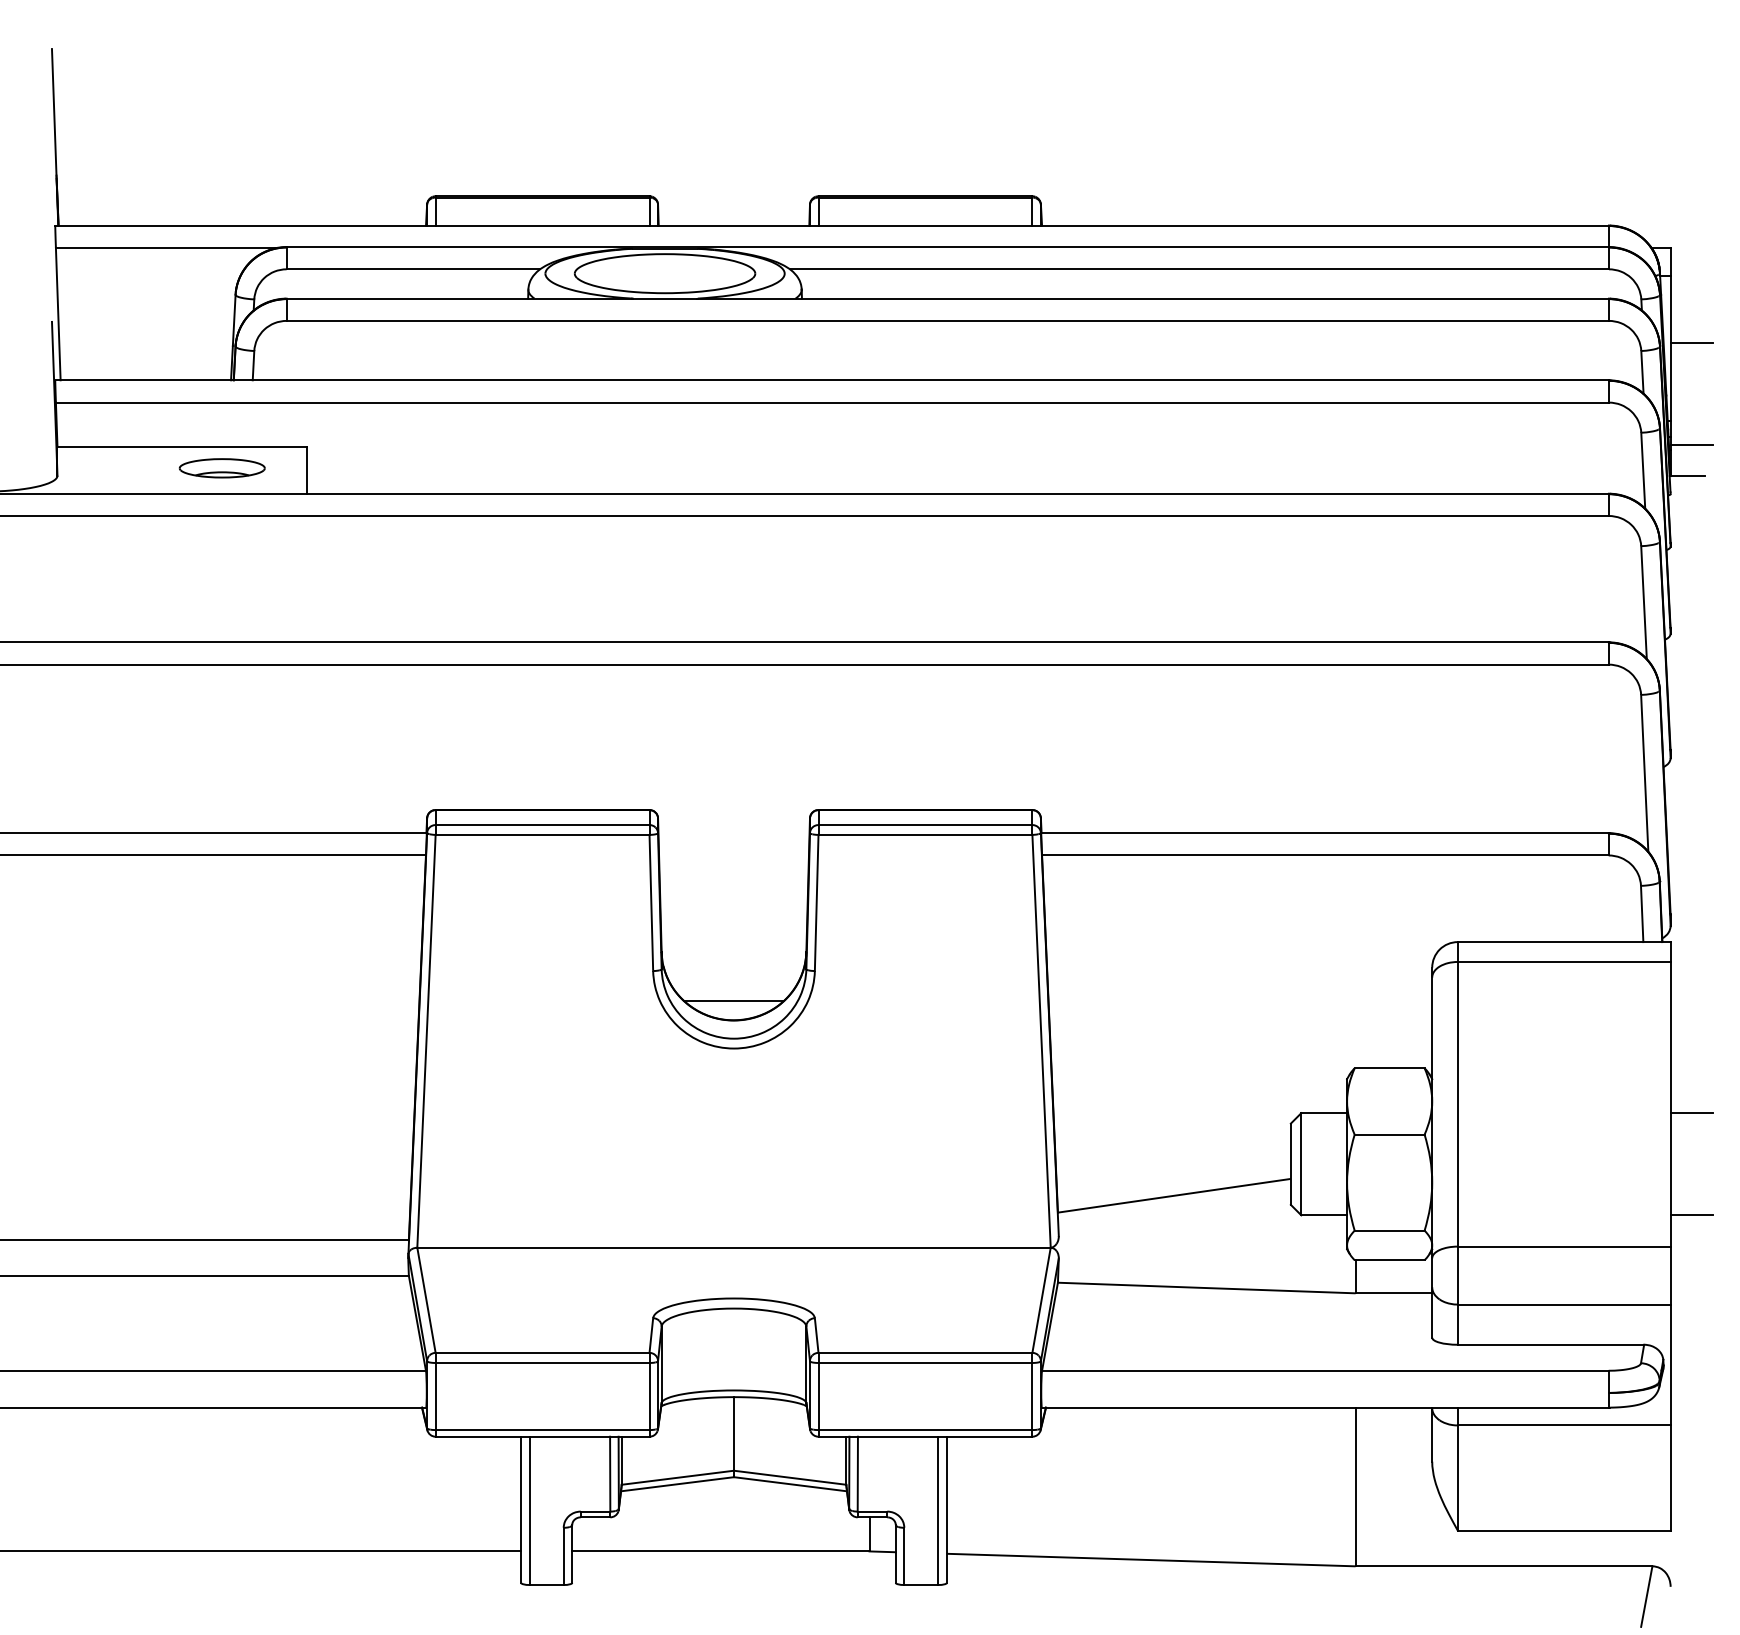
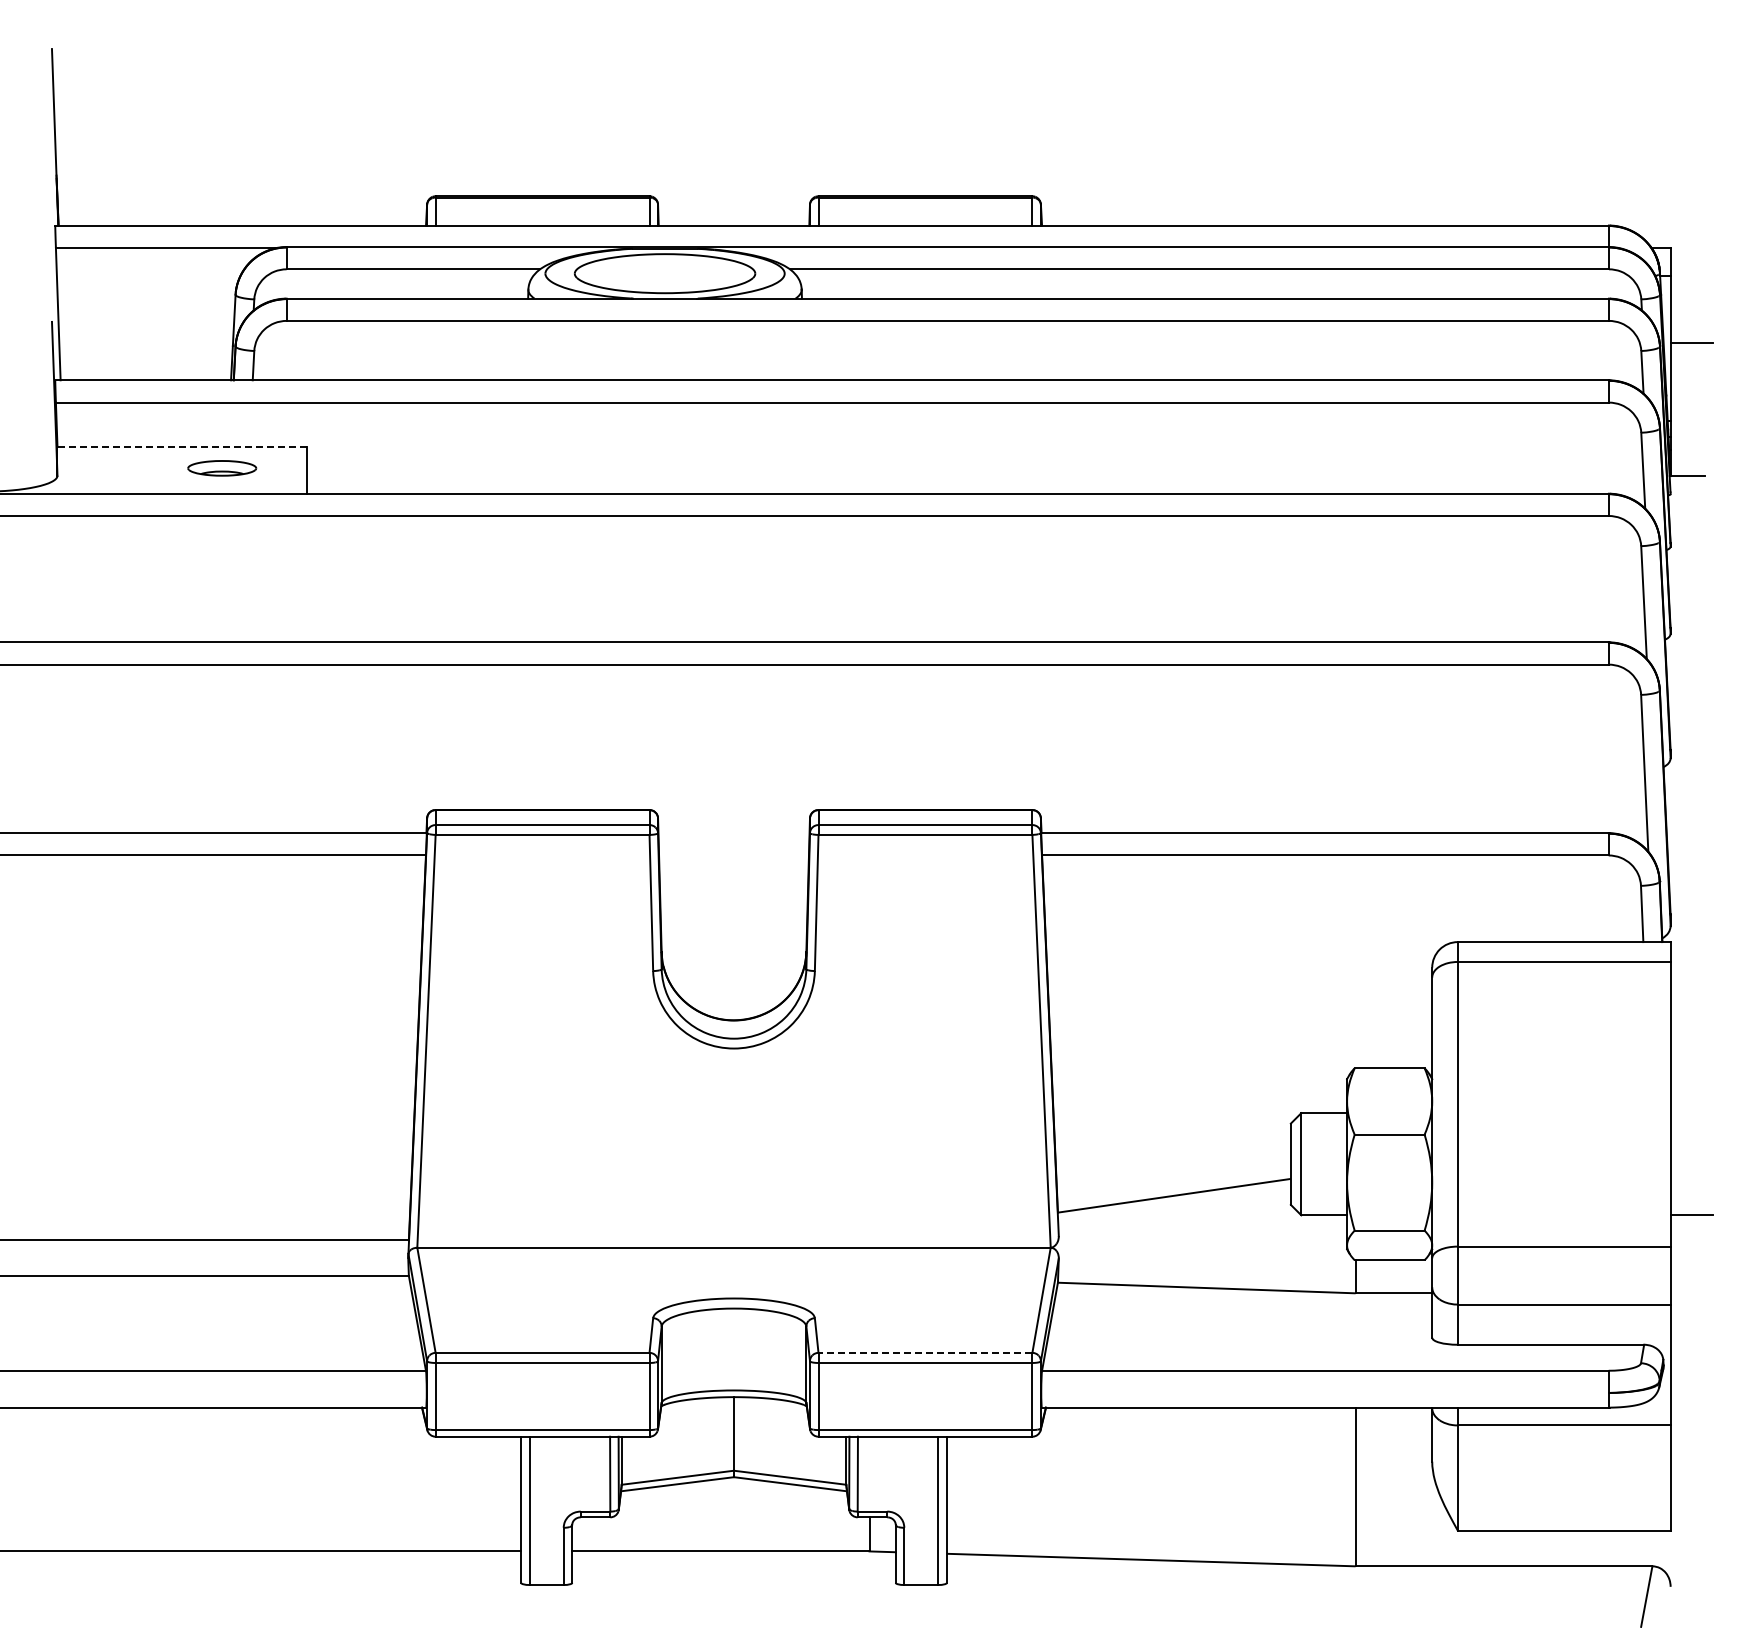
line at (1691, 445): present -> none
line at (182, 446): solid -> dashed
part at (221, 468) size: 88x21 px -> 71x17 px
line at (733, 1001): present -> none
line at (1691, 1113): present -> none
line at (925, 1352): solid -> dashed
